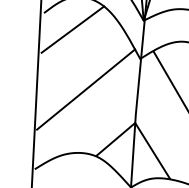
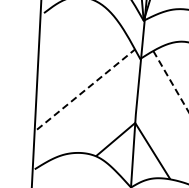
line at (72, 29): present -> none
line at (171, 82): solid -> dashed
line at (86, 89): solid -> dashed
